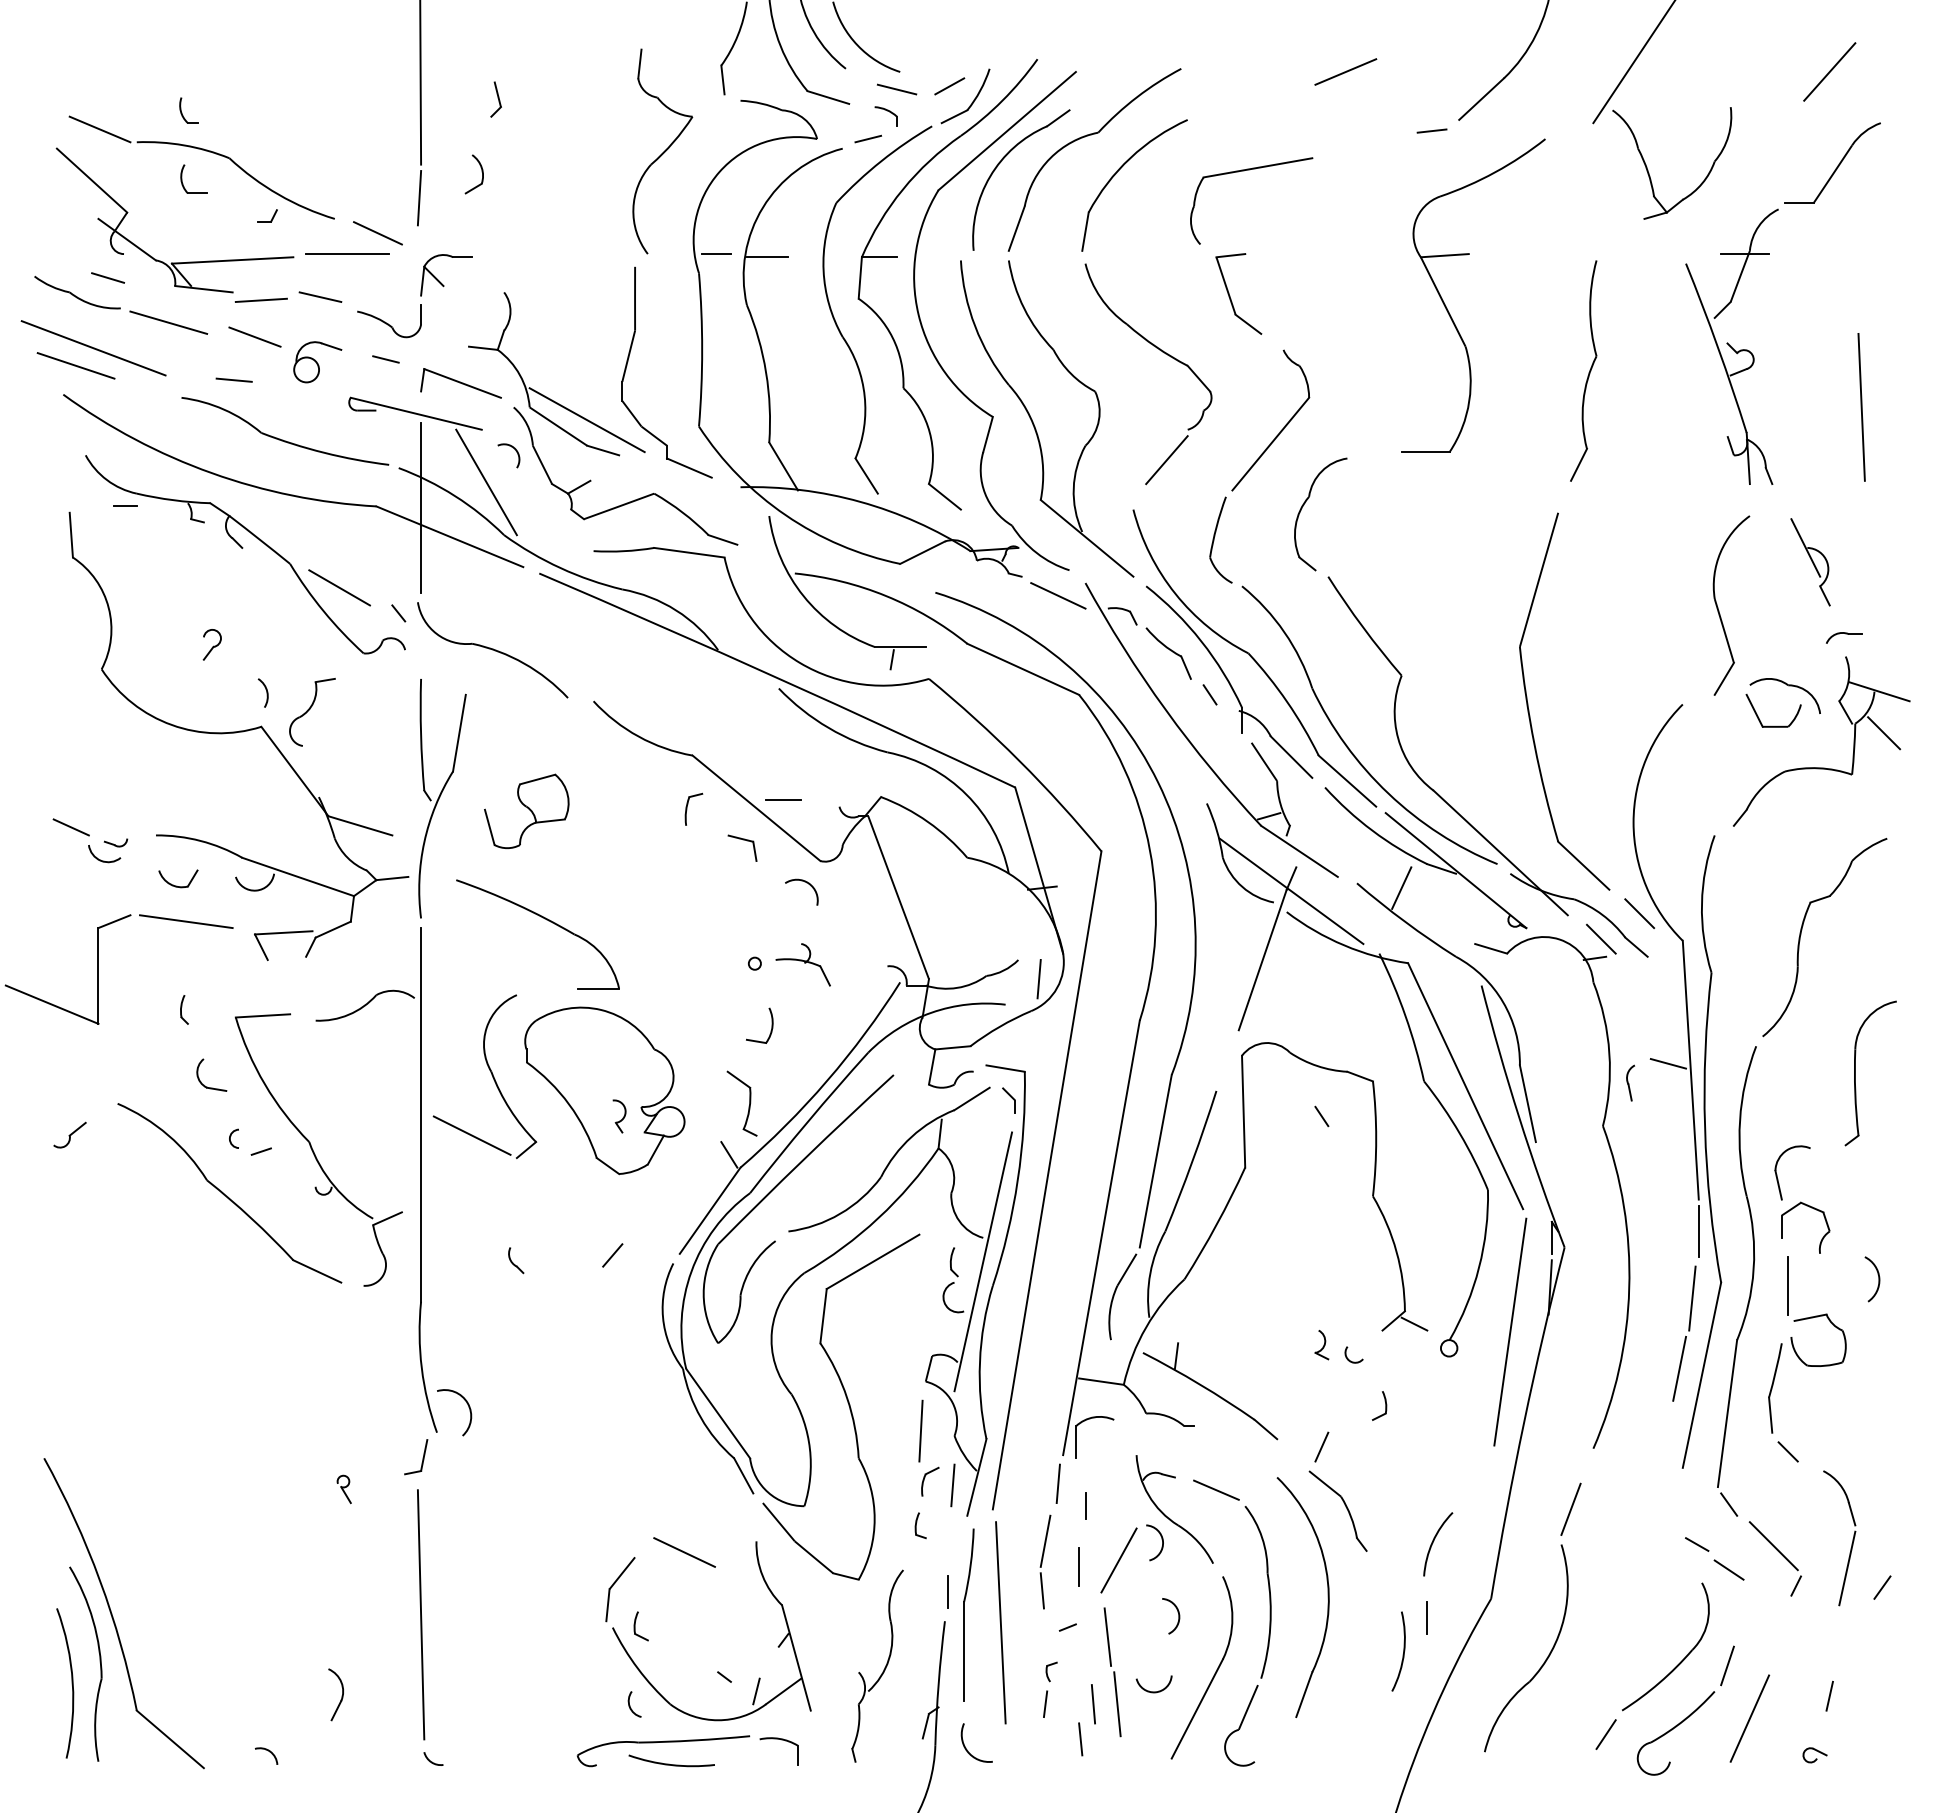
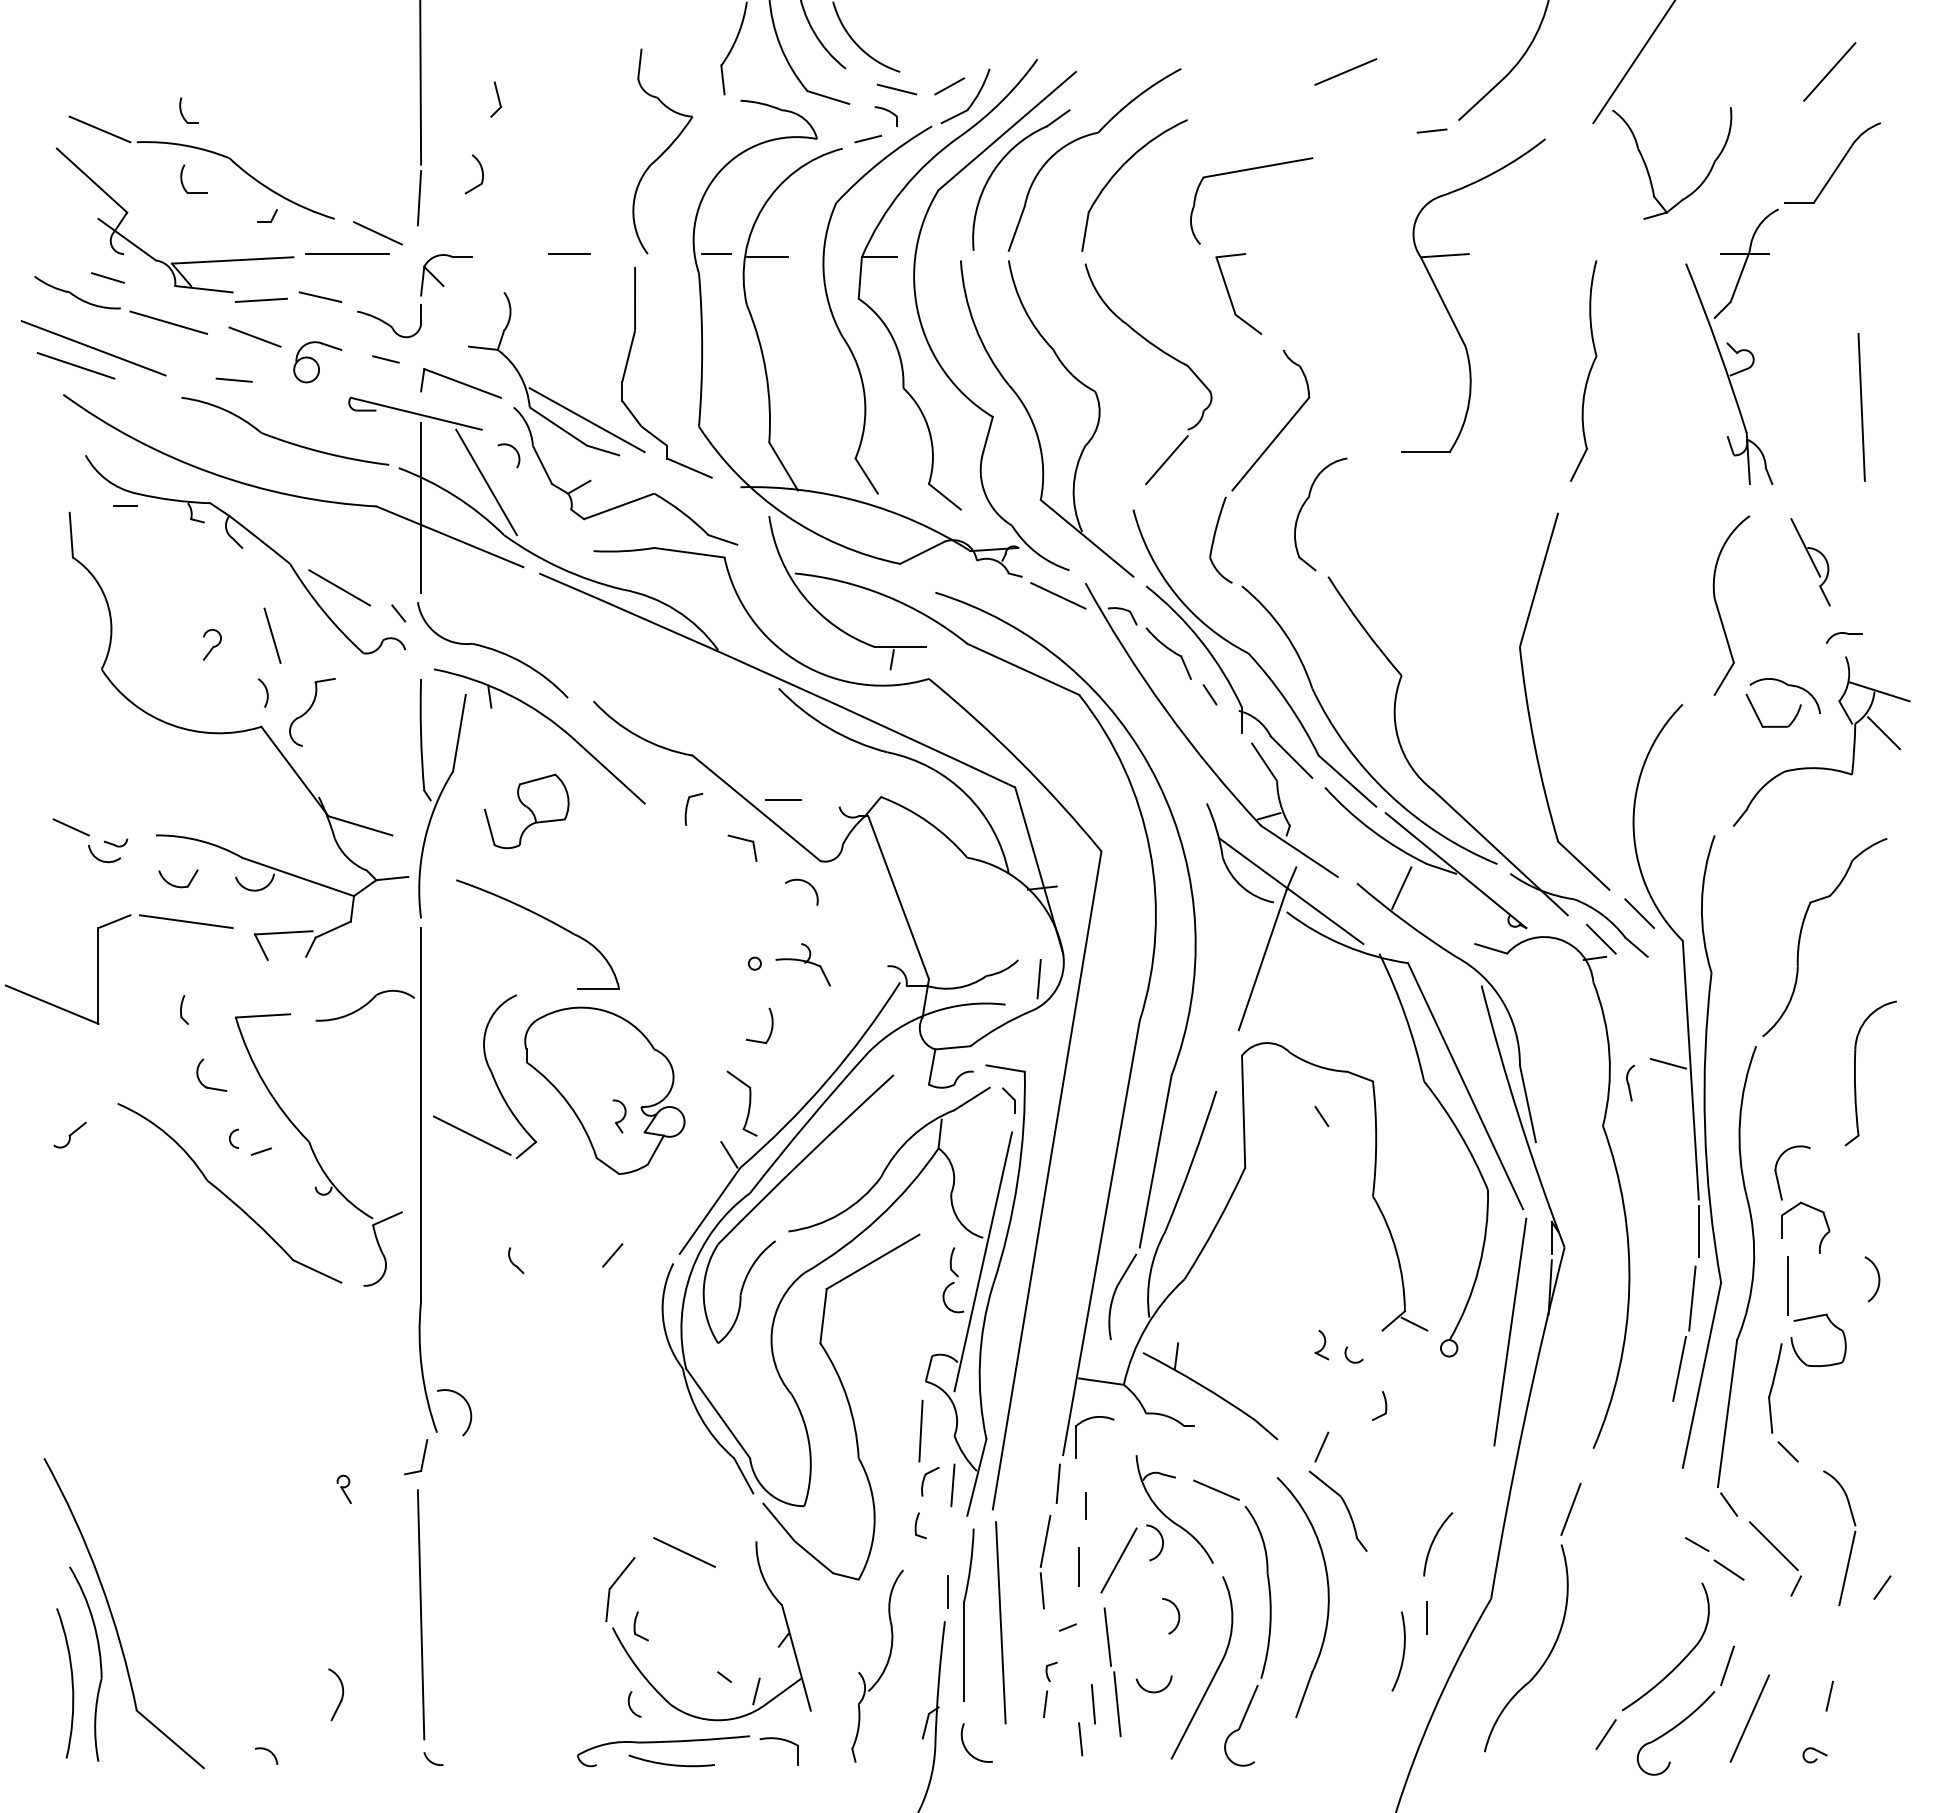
line at (569, 254): none -> present
line at (272, 635): none -> present
part at (550, 721): none -> present
